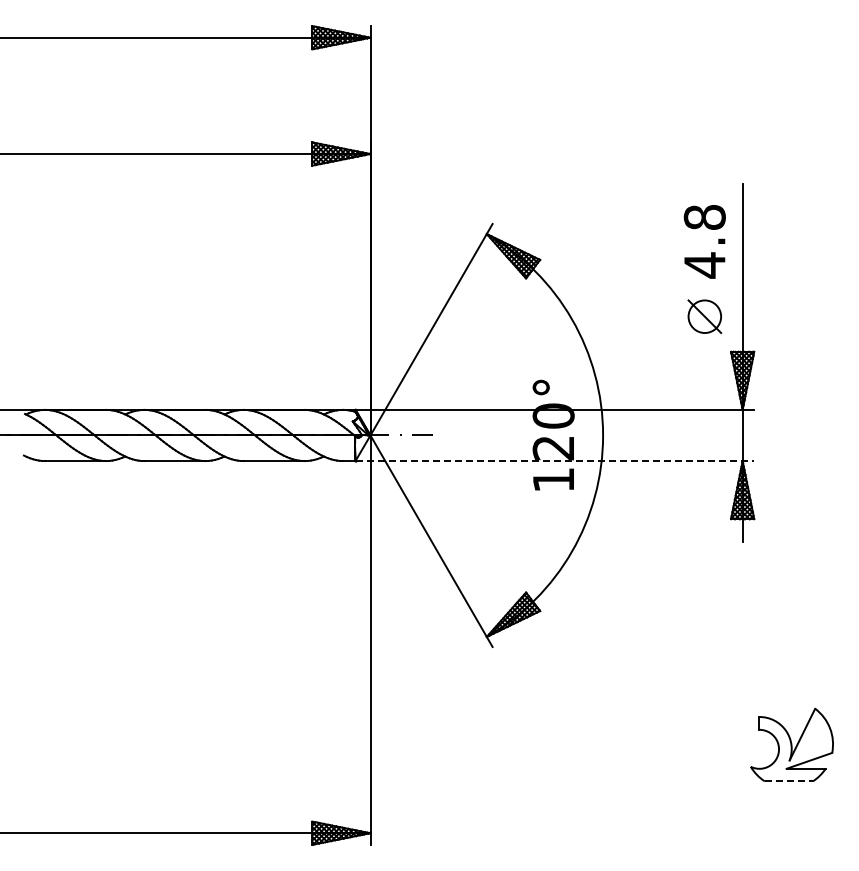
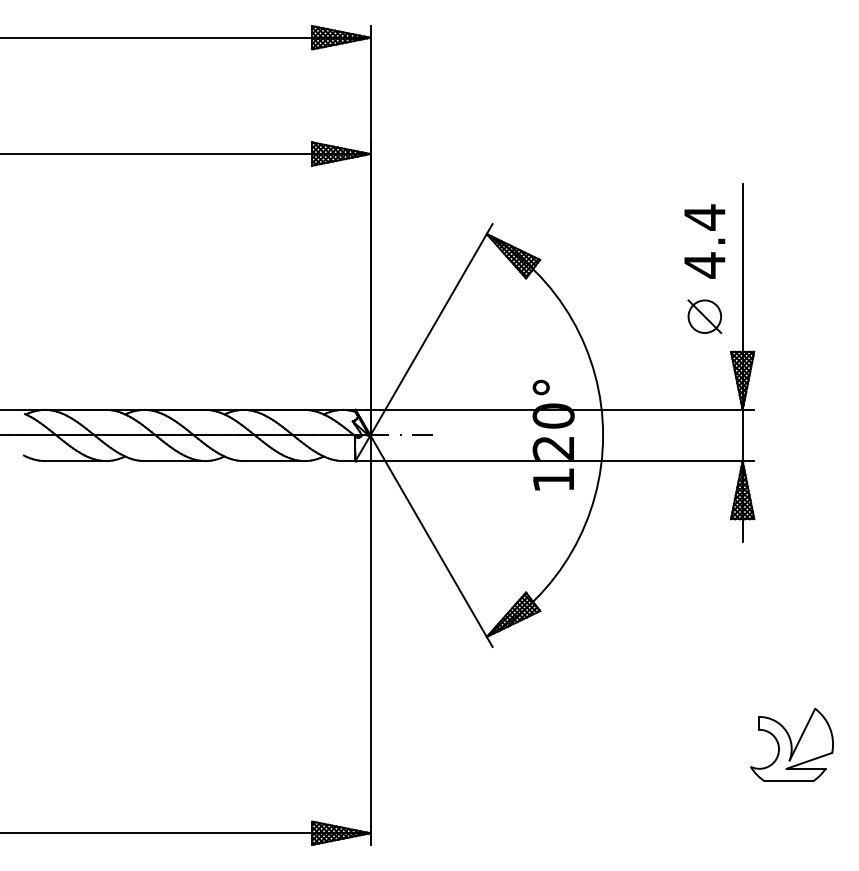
text at (704, 217): 4.8 -> 4.4
line at (555, 461): dashed -> solid
line at (789, 781): dashed -> solid
